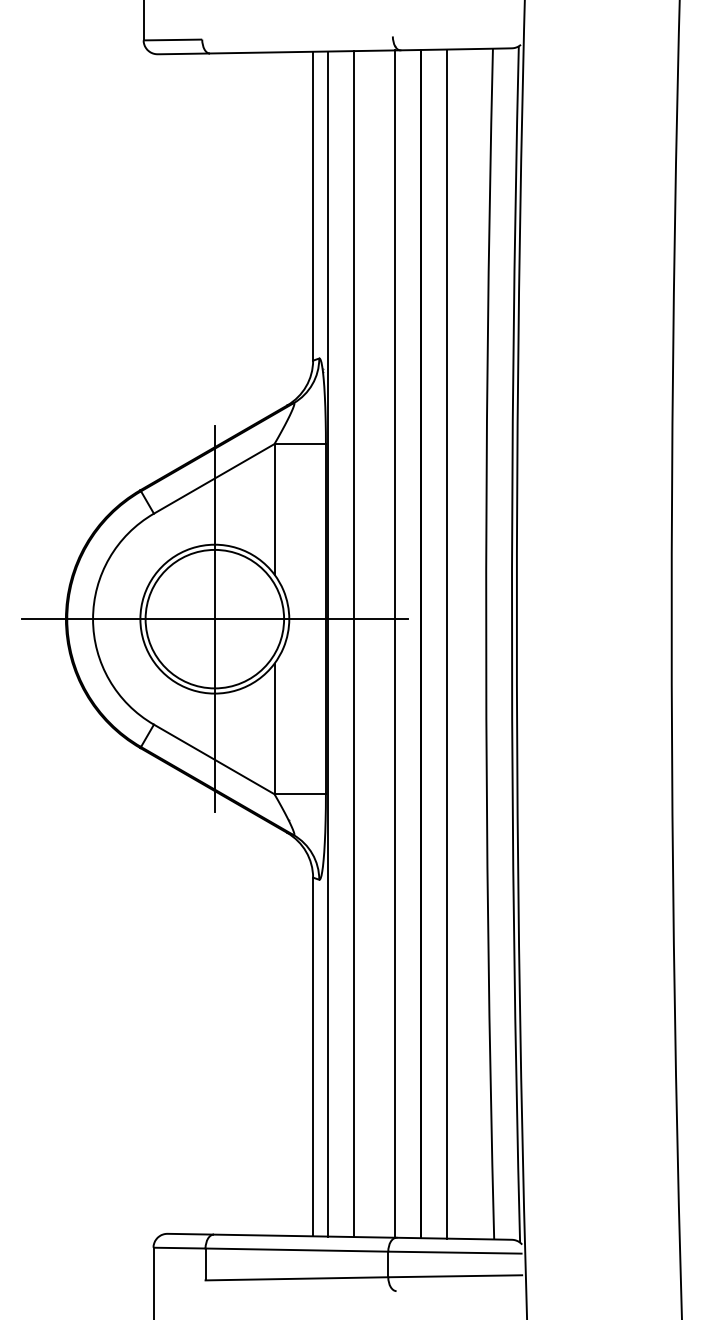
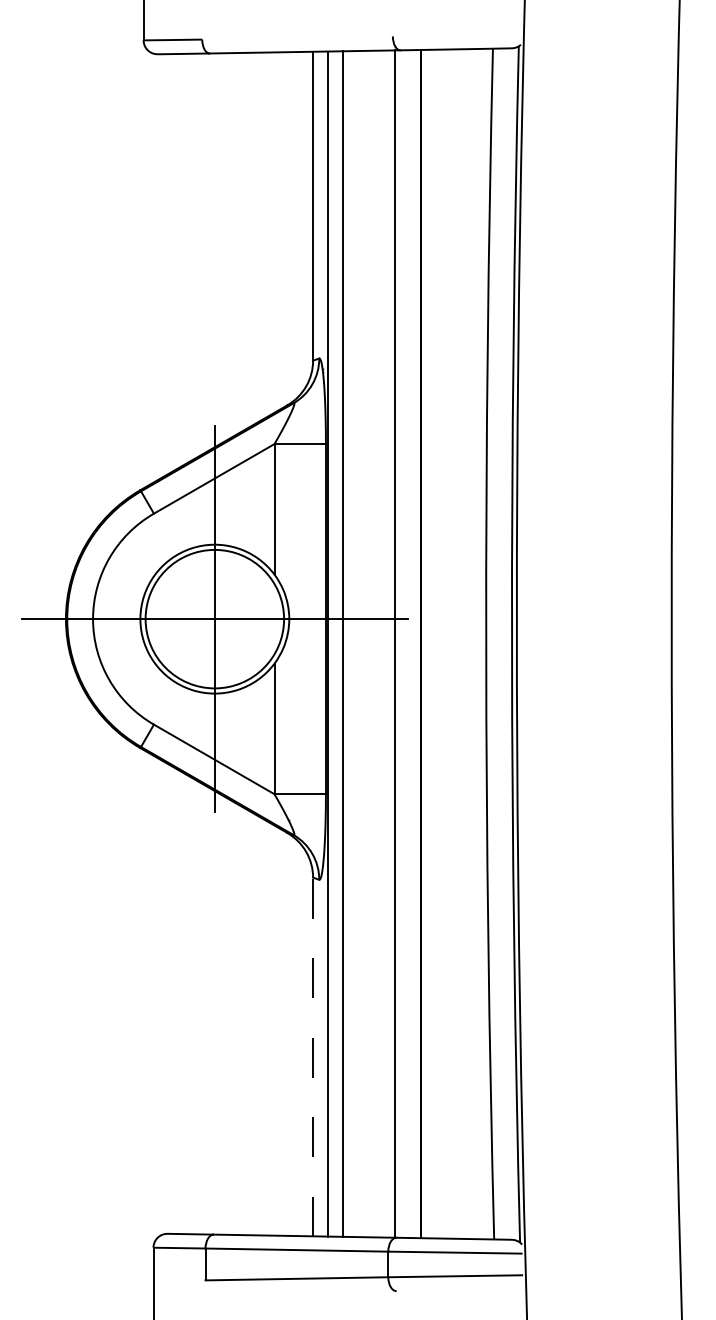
line at (446, 643): present -> none
line at (354, 644) position: (354, 644) -> (343, 644)
line at (313, 1056): solid -> dashed
